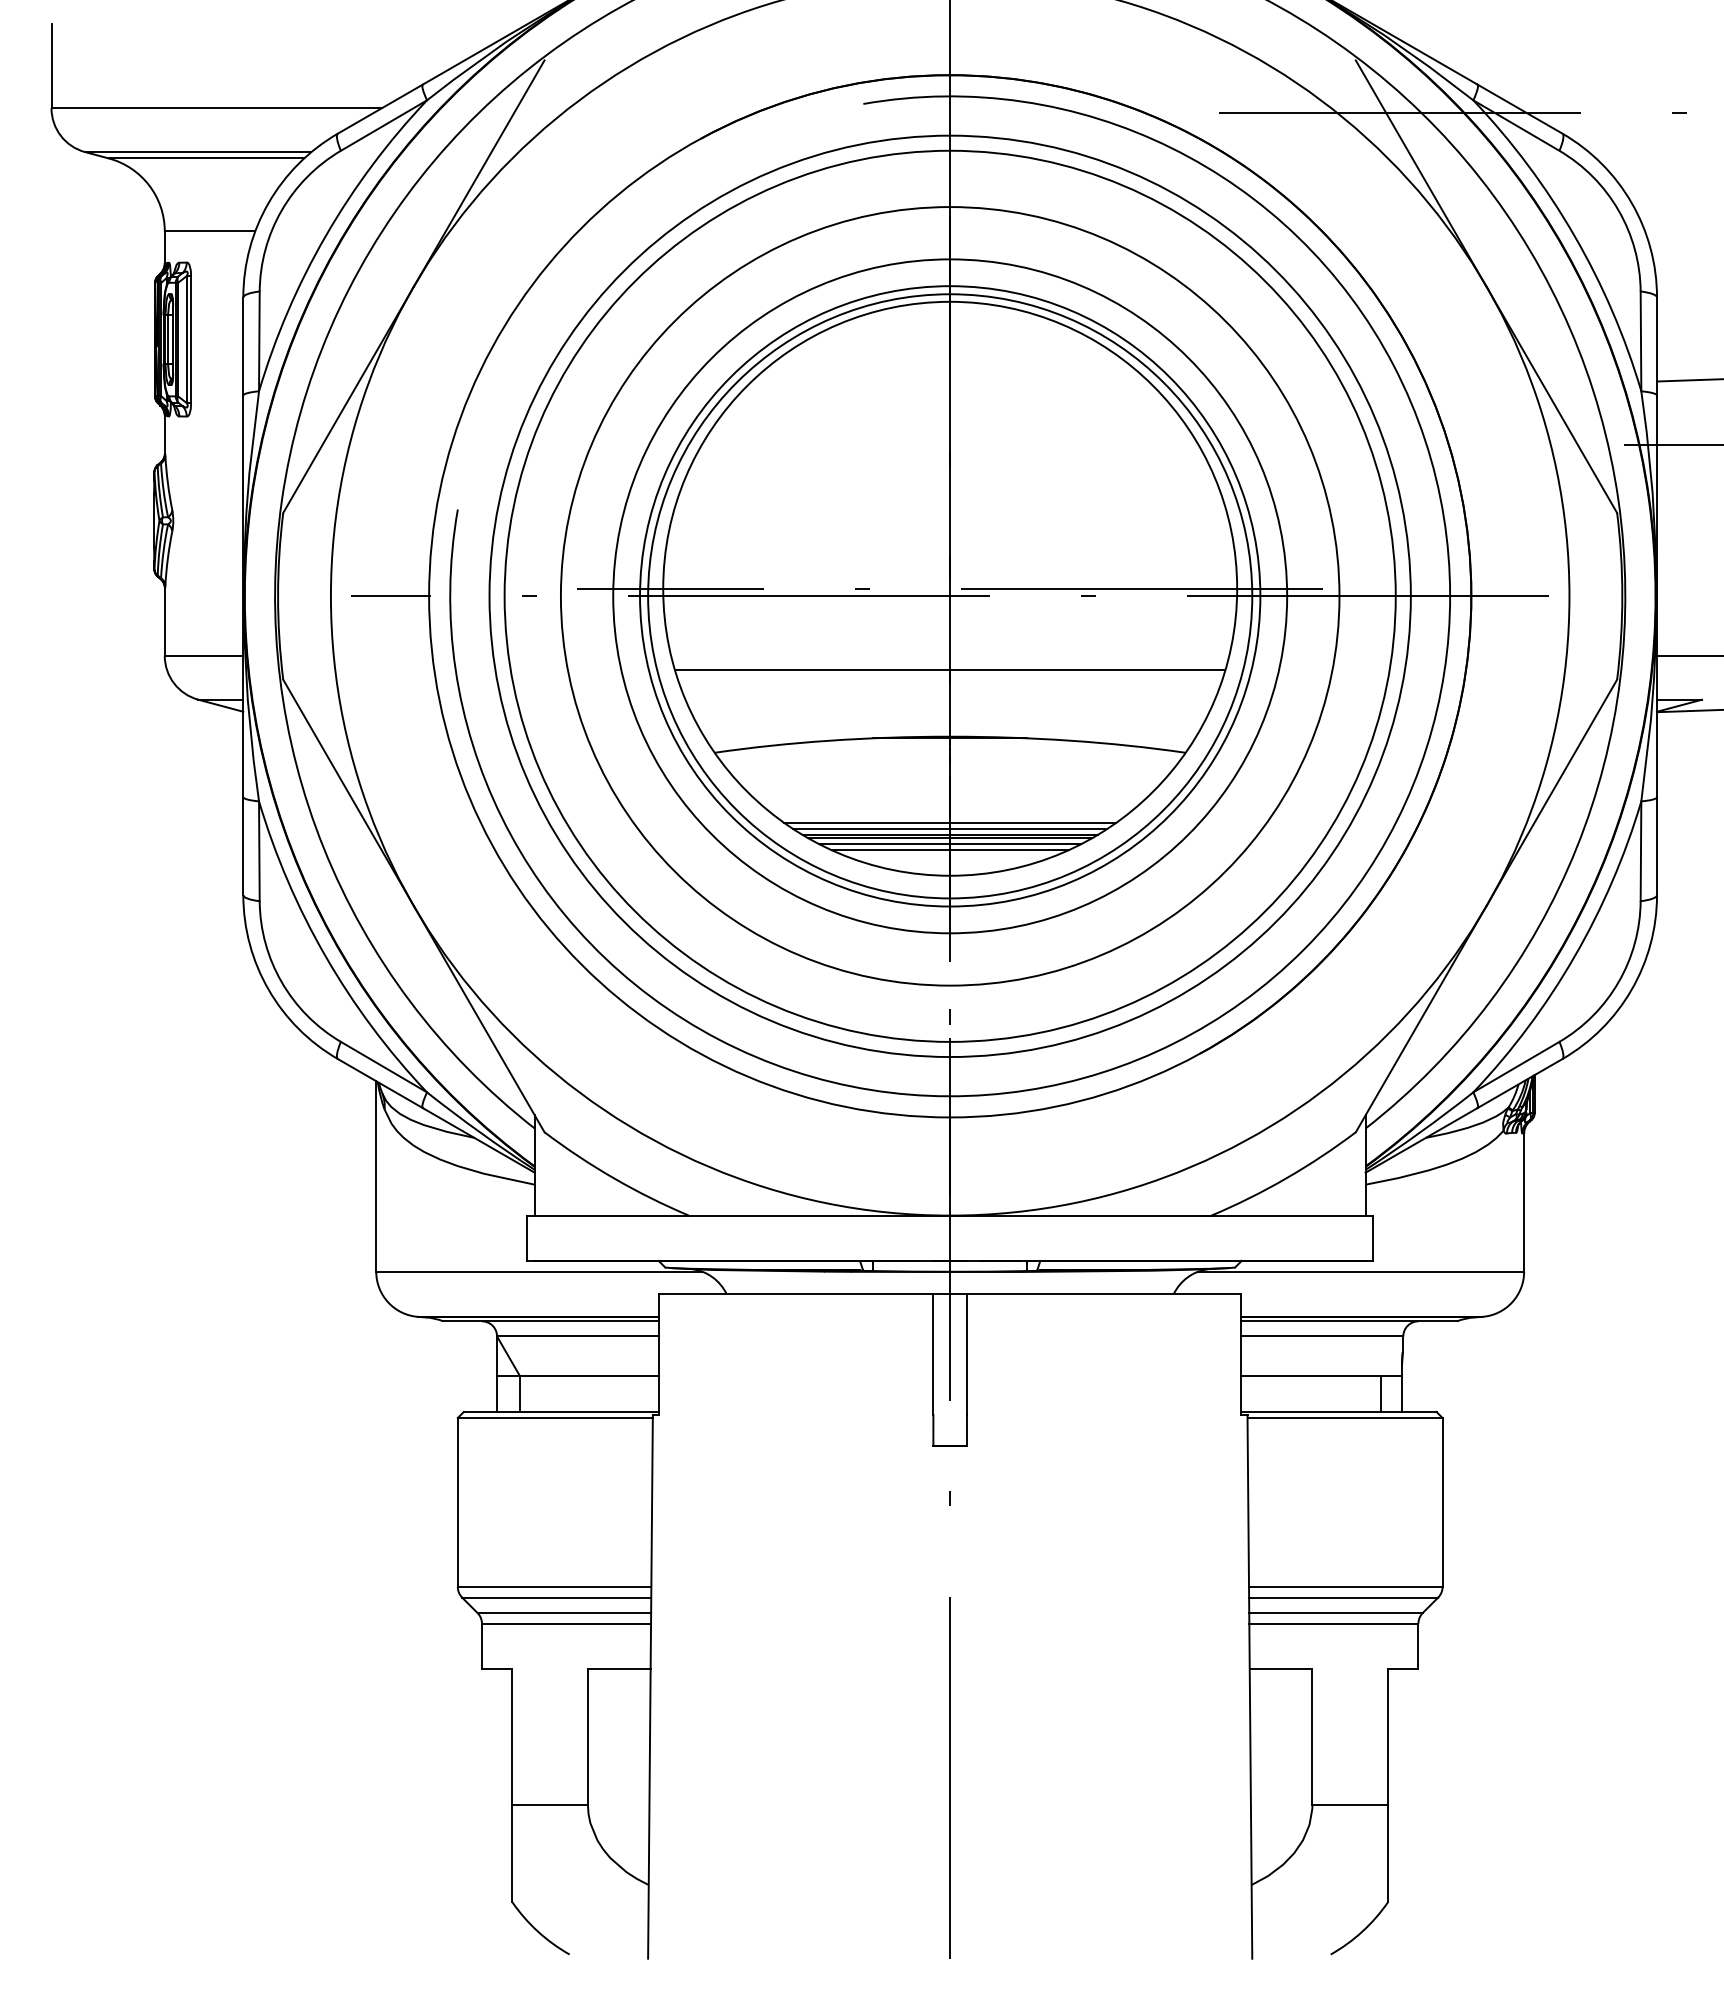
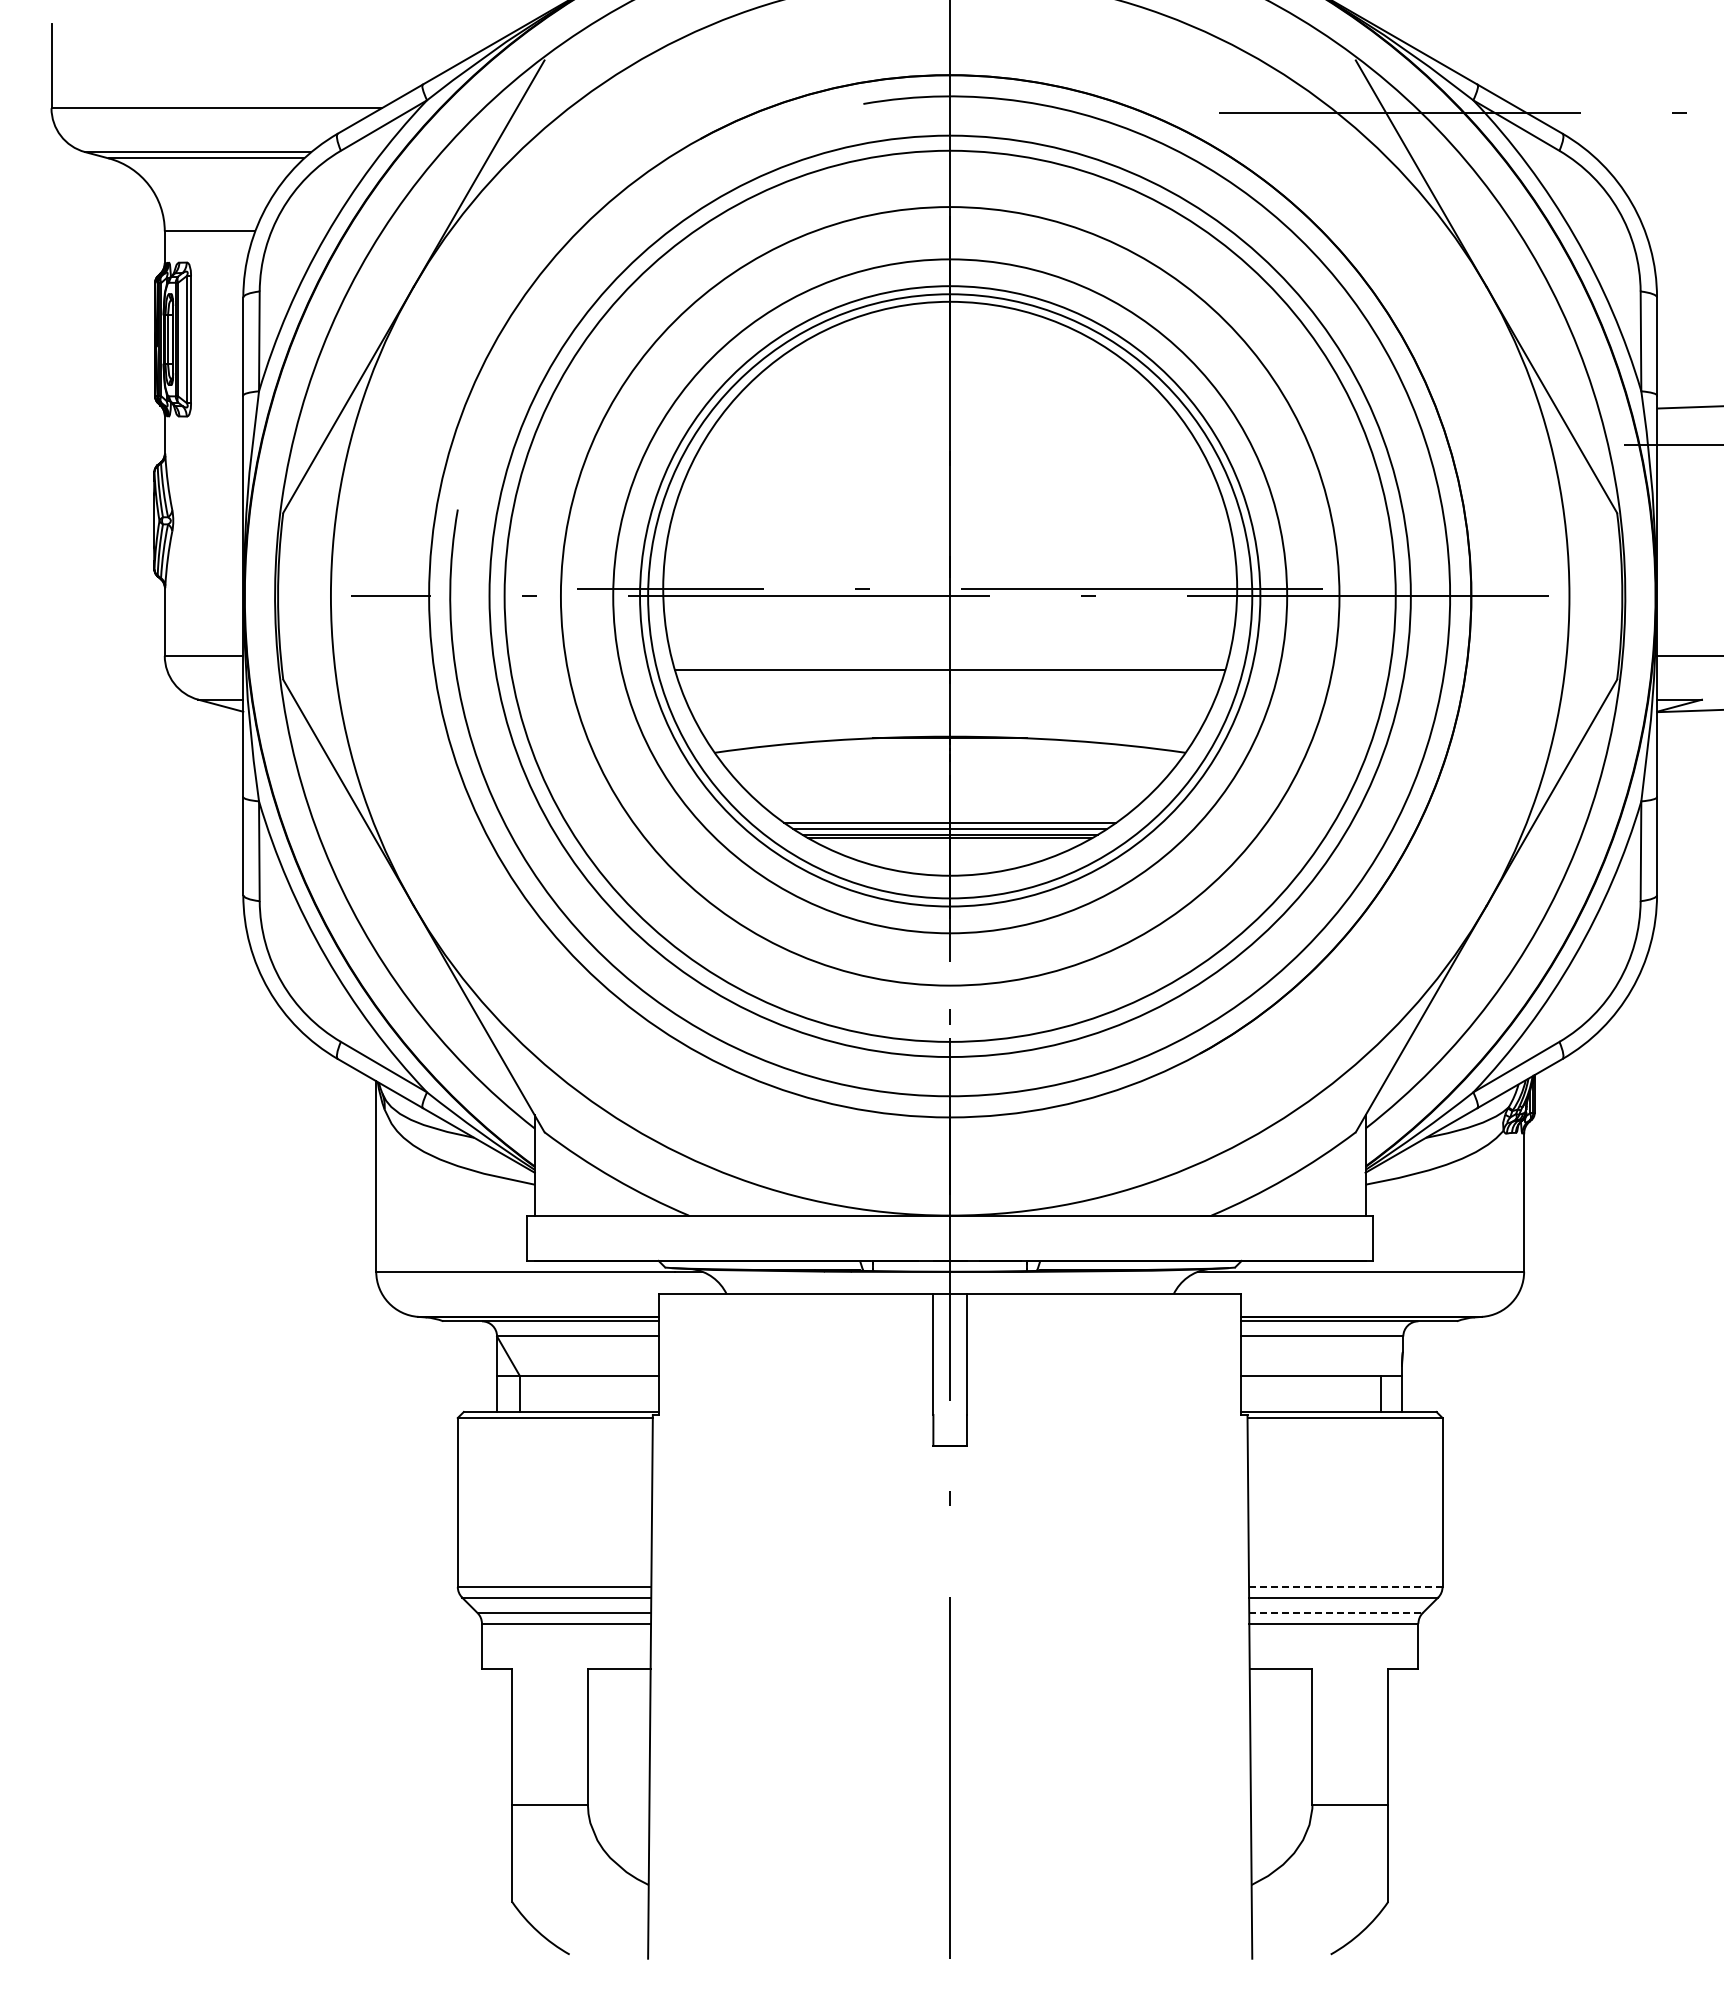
line at (1688, 380) position: (1688, 380) -> (1689, 407)
line at (950, 844): present -> none
line at (949, 850): present -> none
line at (1345, 1586): solid -> dashed
line at (1336, 1612): solid -> dashed
